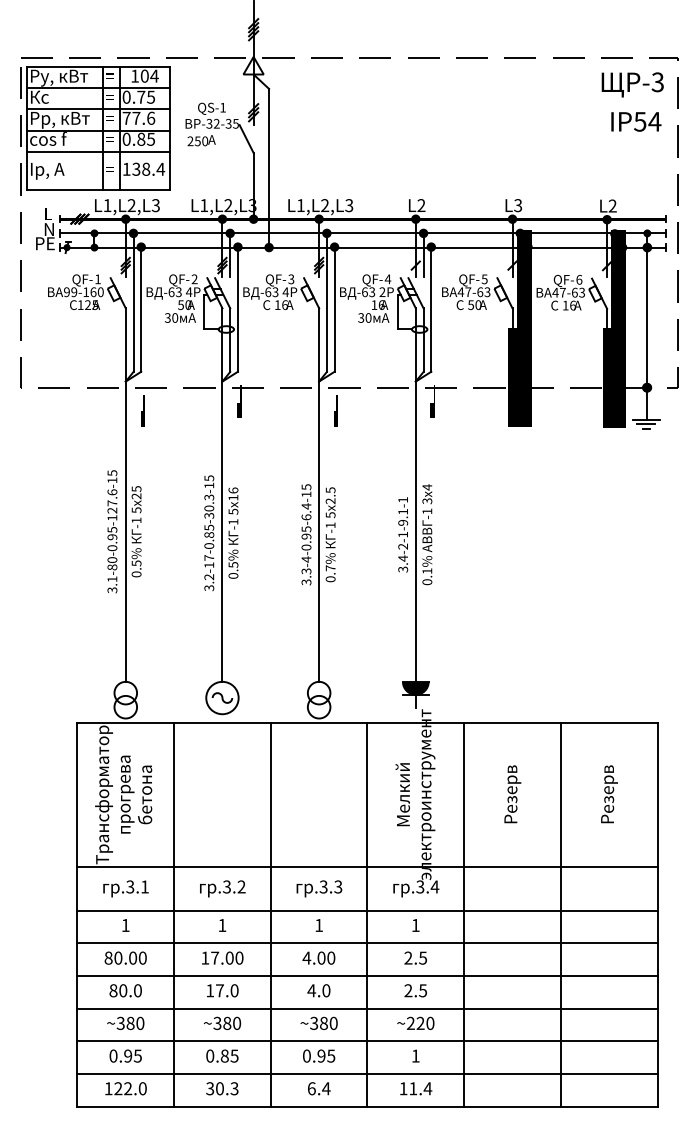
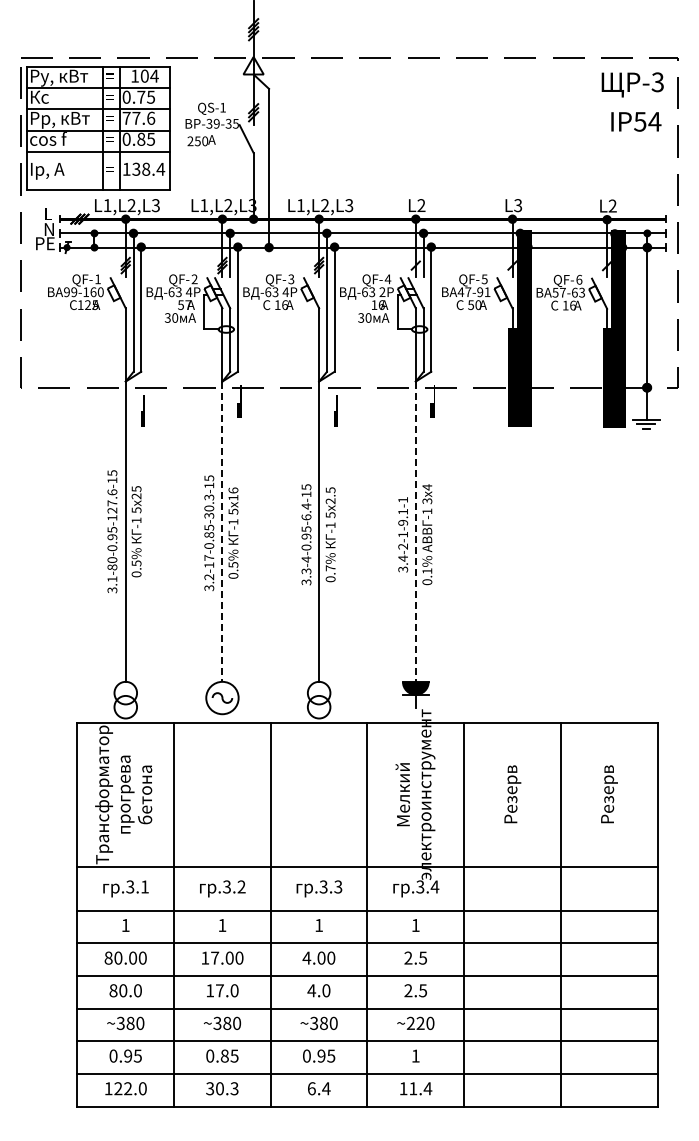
text at (216, 123): -32-35 -> -39-35
text at (483, 292): 47-63 -> 47-91
text at (555, 292): 47-63 -> 57-63
text at (188, 305): 50 -> 57
line at (222, 532): solid -> dashed
line at (415, 532): solid -> dashed
